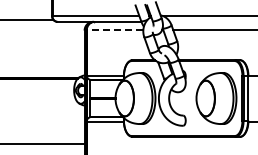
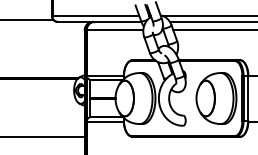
line at (211, 21): none -> present
line at (114, 30): dashed -> solid
line at (43, 144) position: (43, 144) -> (43, 137)
